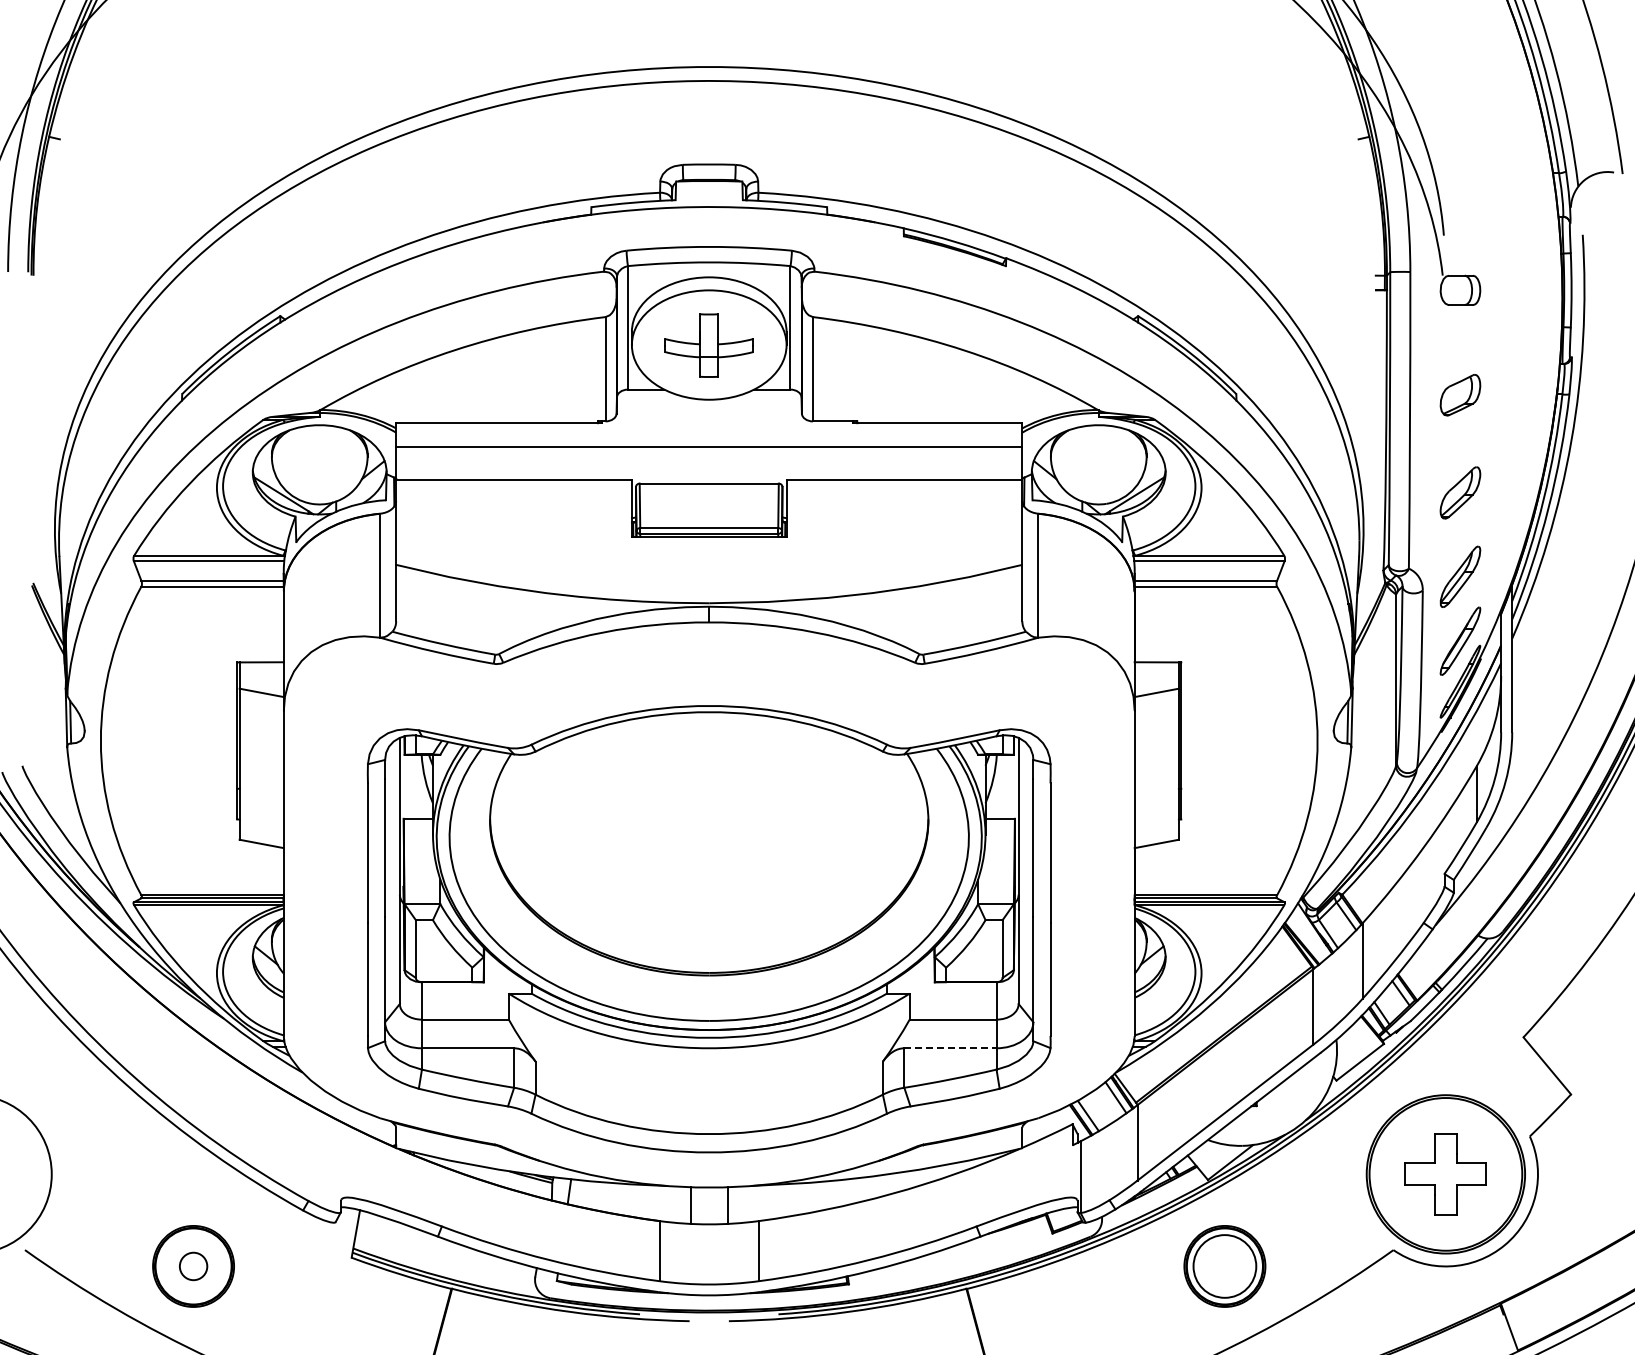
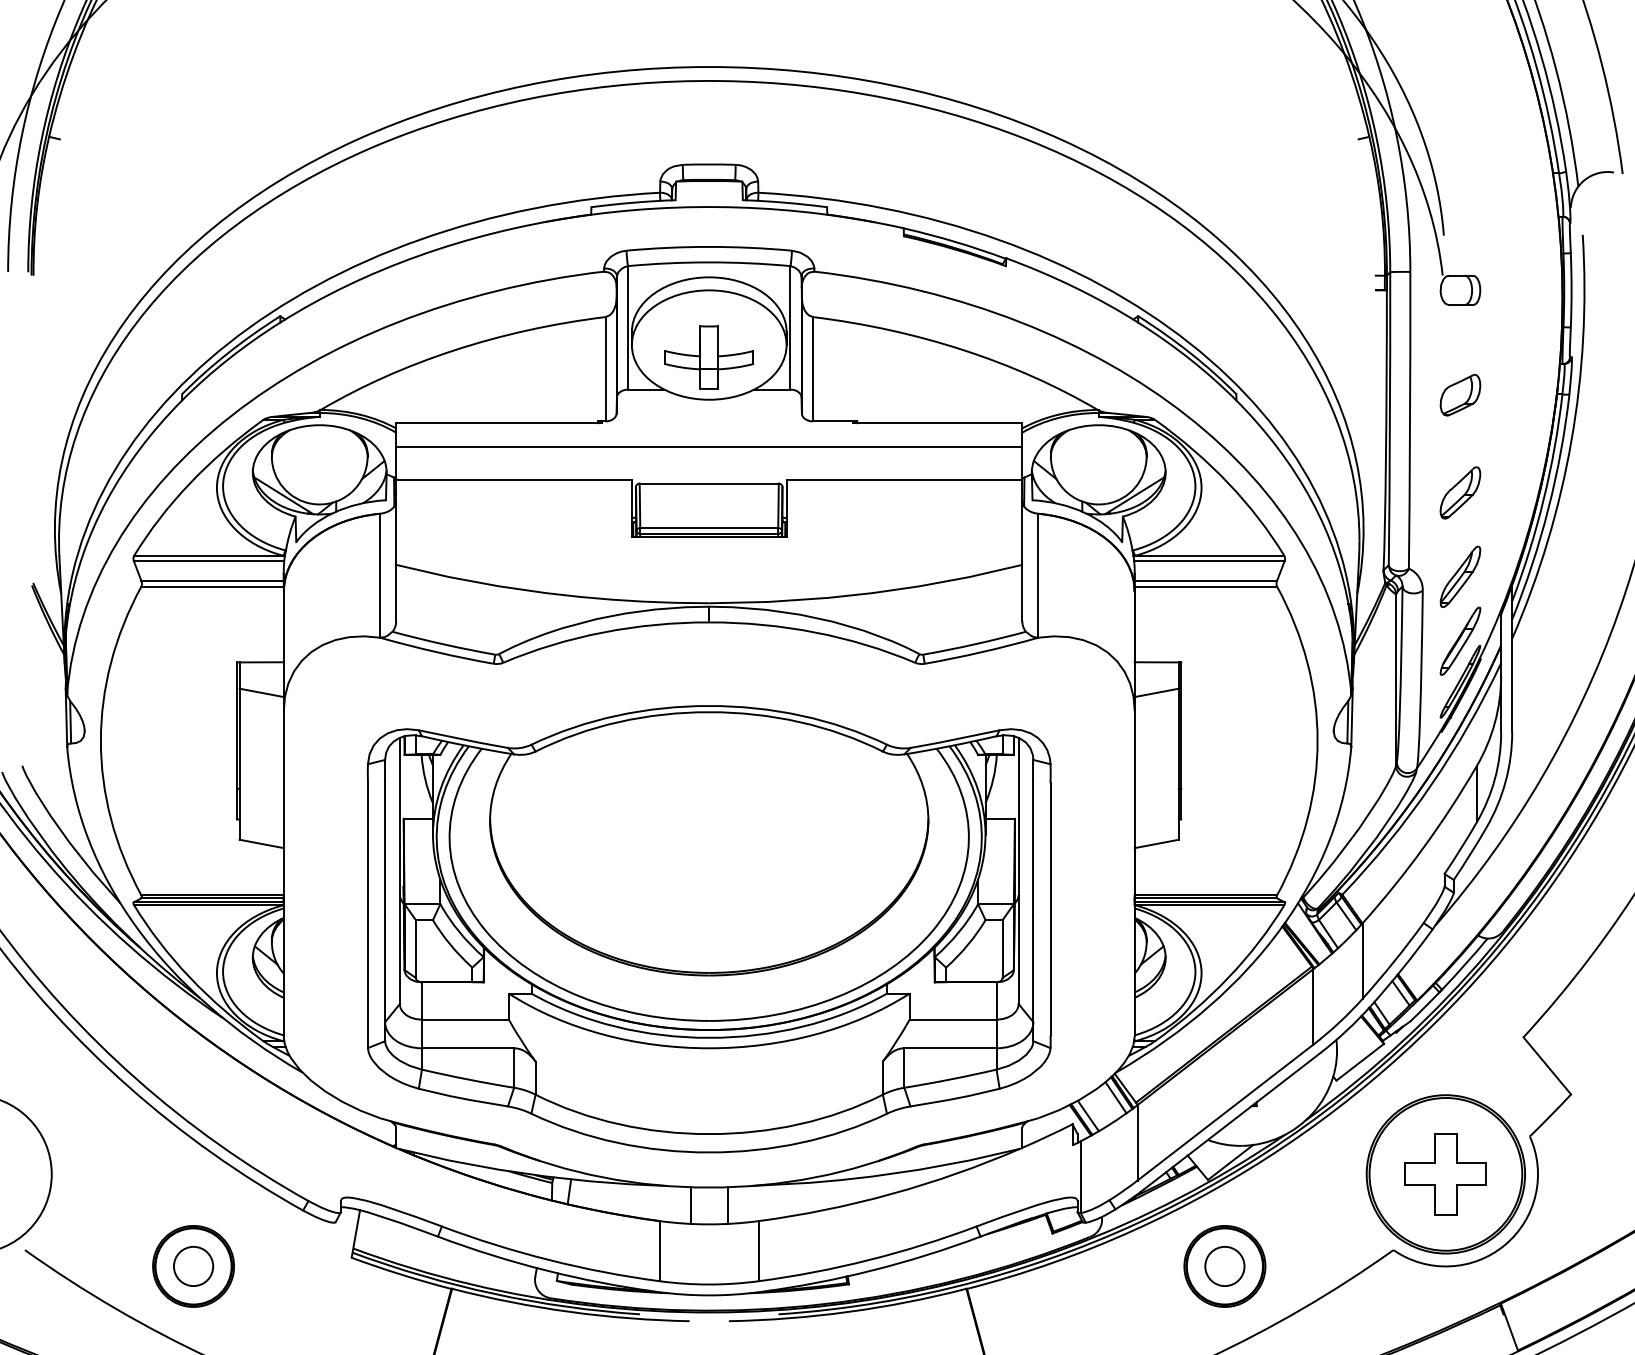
part at (708, 345) position: (708, 345) -> (708, 357)
line at (950, 1048): dashed -> solid
circle at (193, 1266) diameter: 27 px -> 39 px
circle at (1224, 1266) diameter: 63 px -> 39 px
